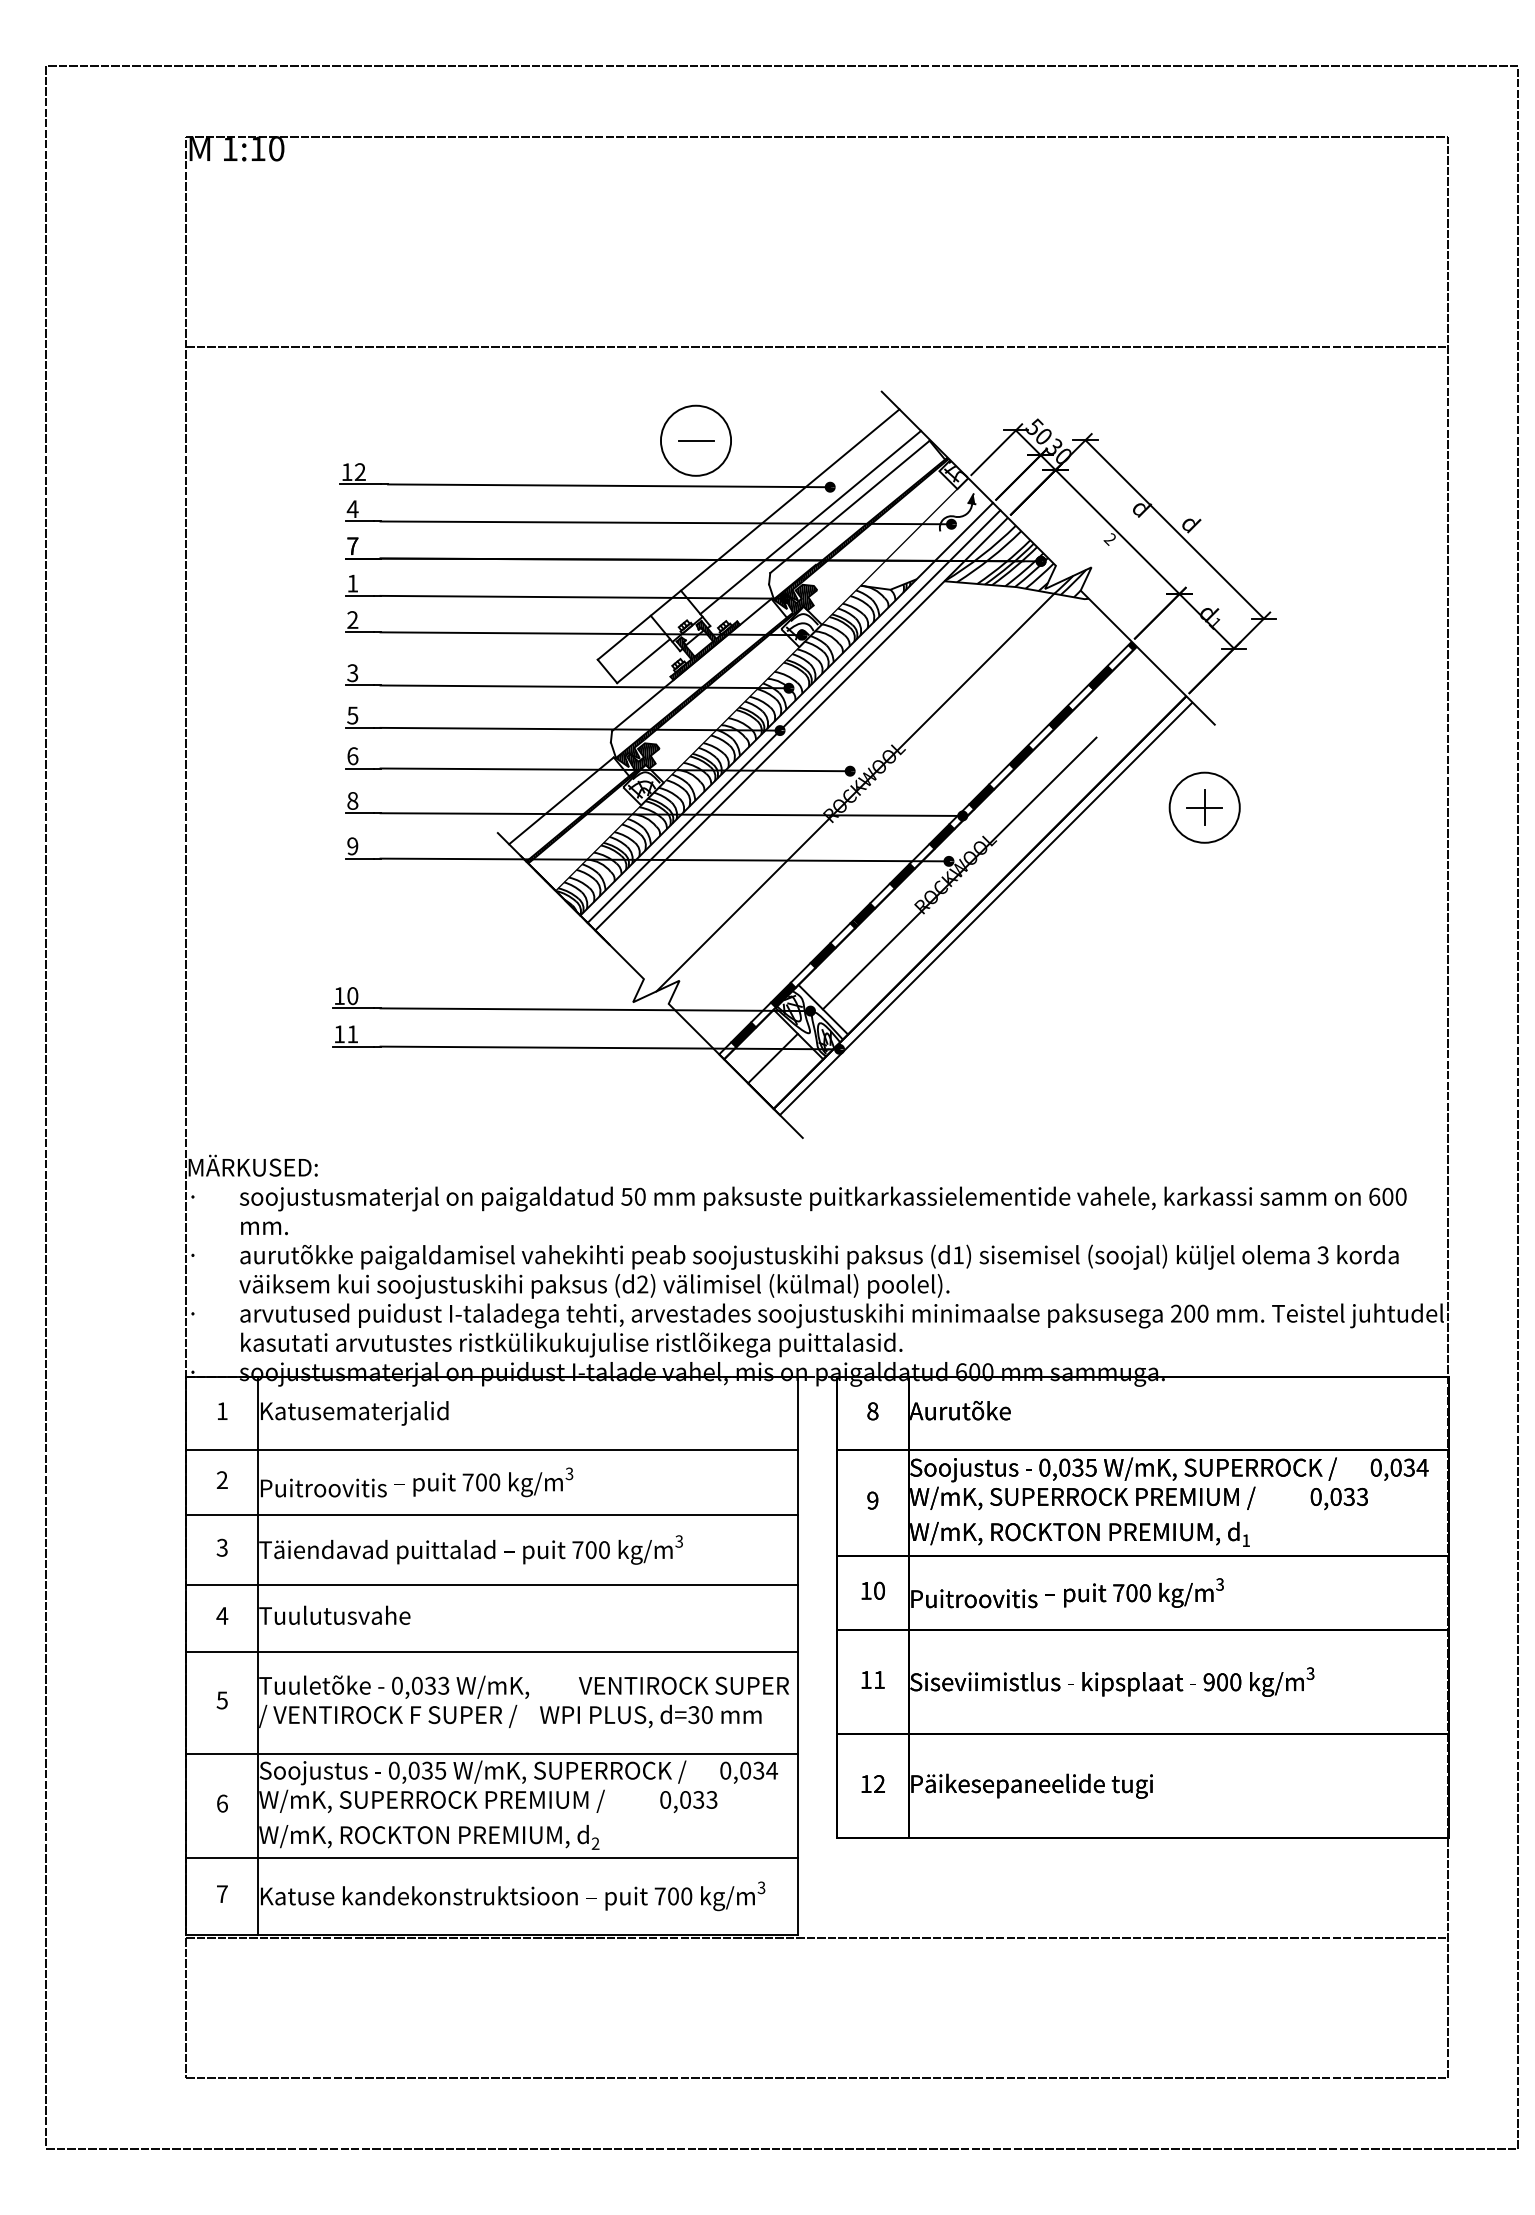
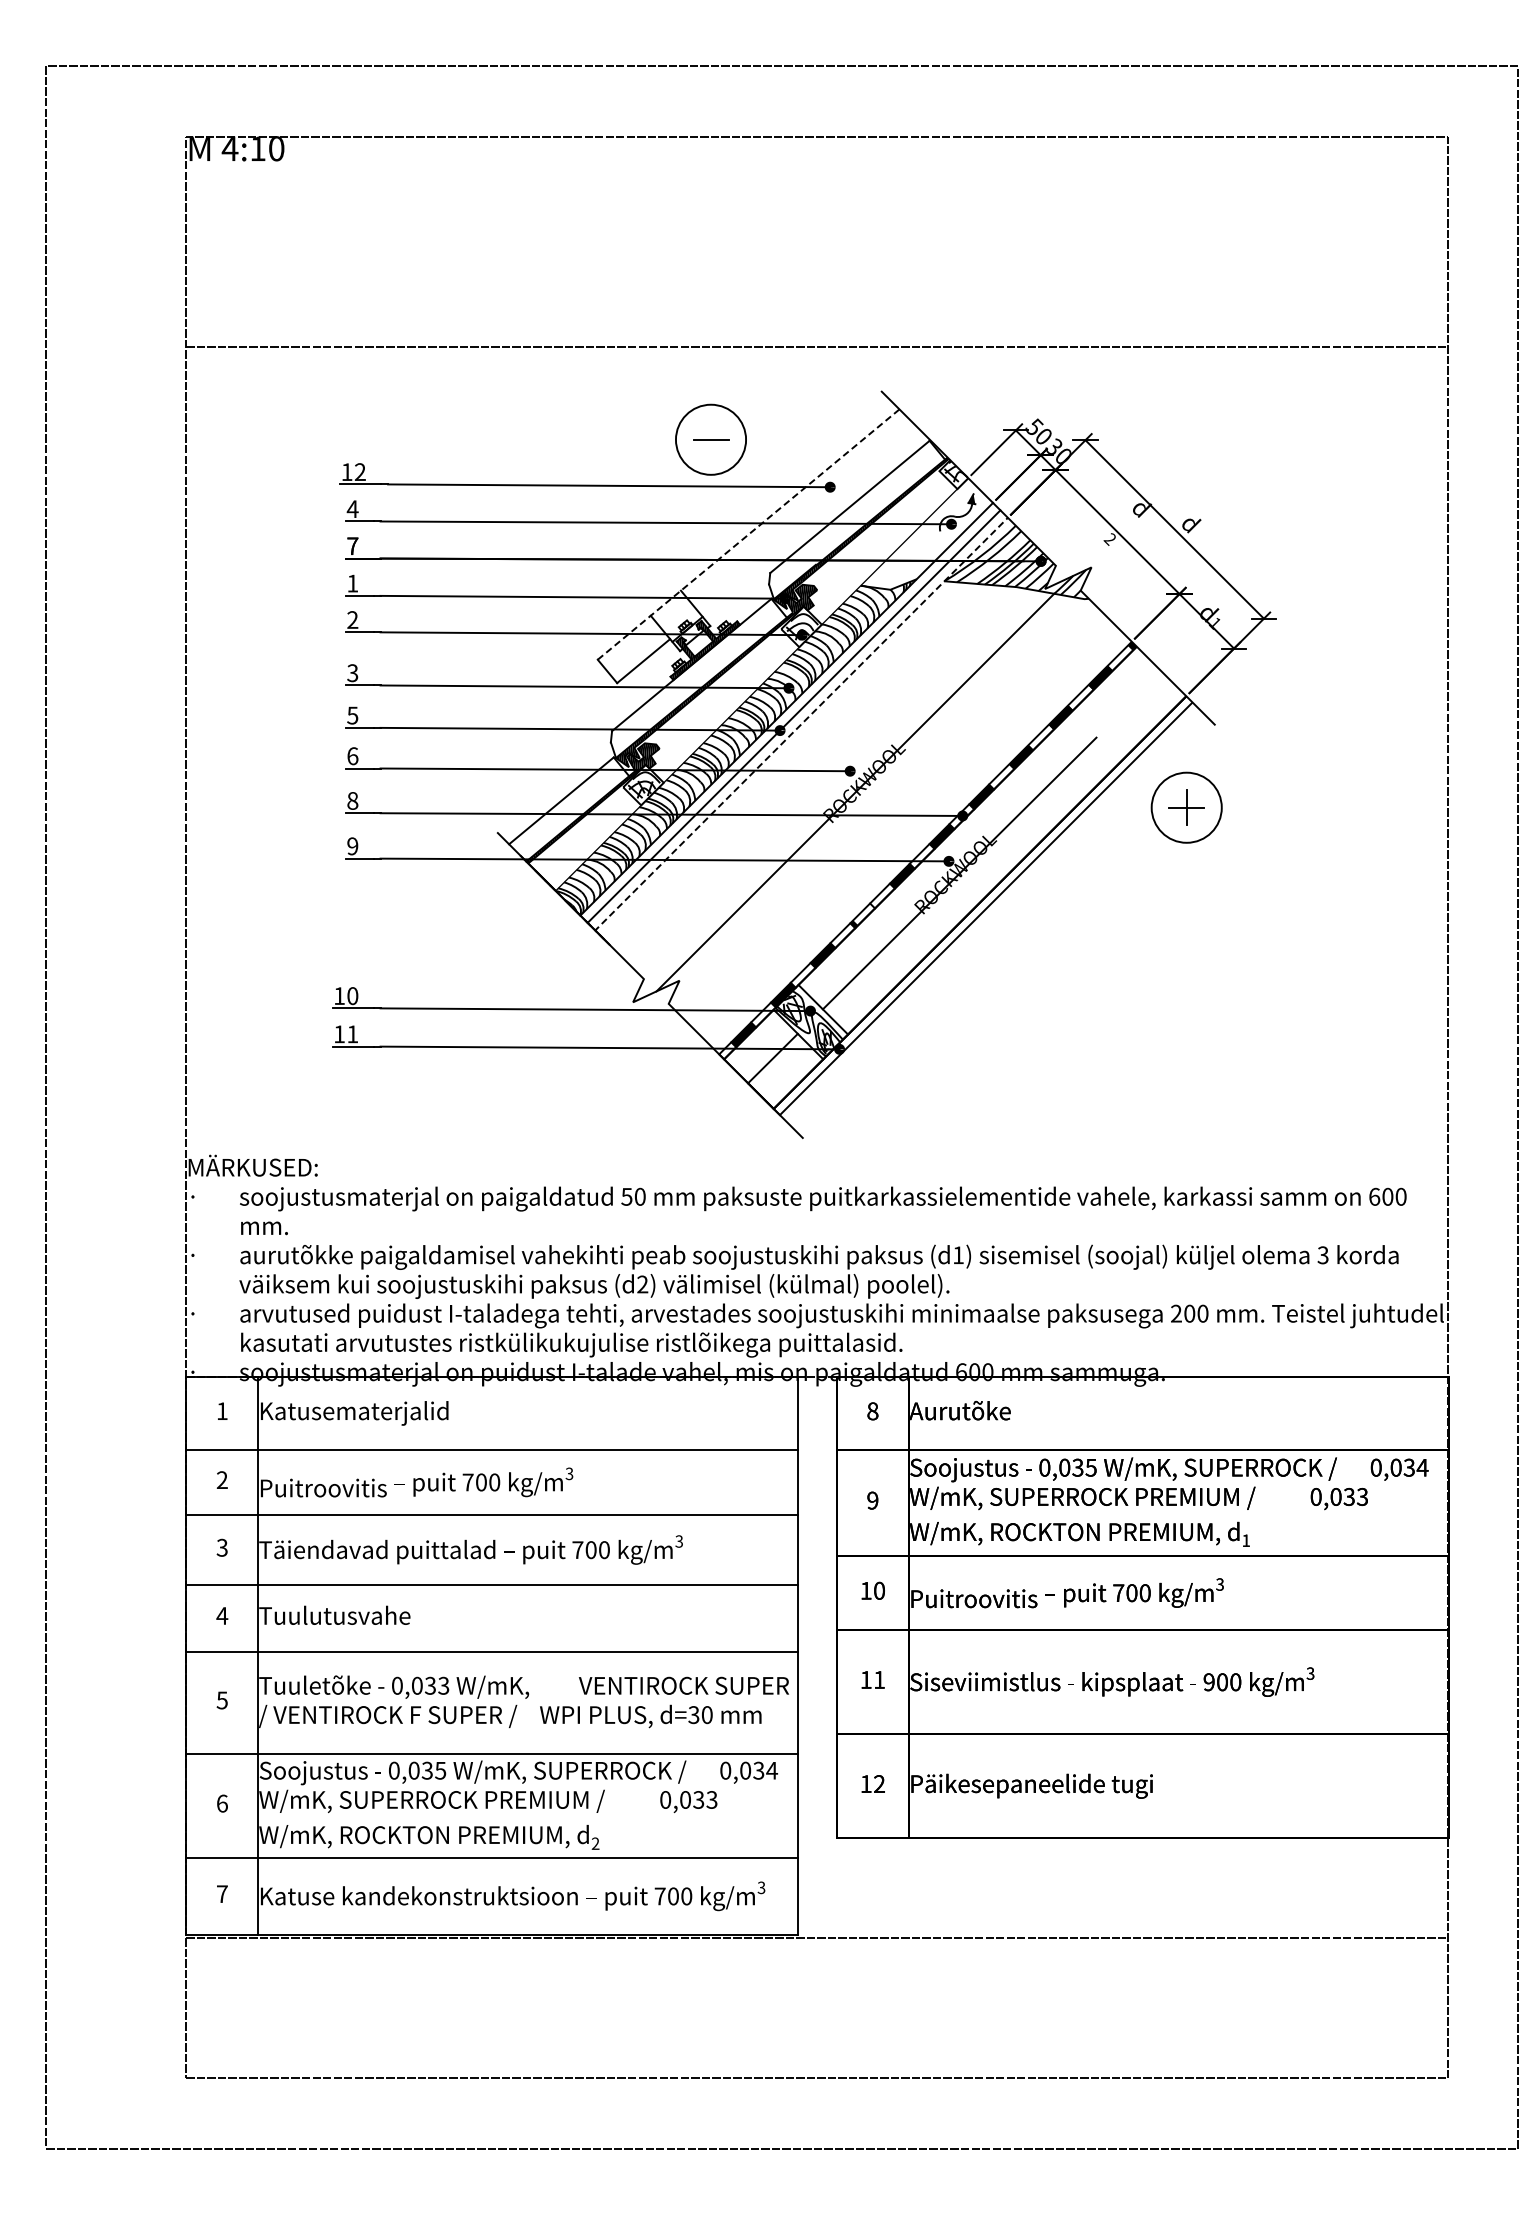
text at (229, 148): 1:10 -> 4:10
part at (695, 440) position: (695, 440) -> (710, 439)
line at (810, 522): present -> none
line at (749, 534): solid -> dashed
line at (796, 729): solid -> dashed
part at (1204, 807) position: (1204, 807) -> (1186, 807)
fill at (864, 914): present -> none
